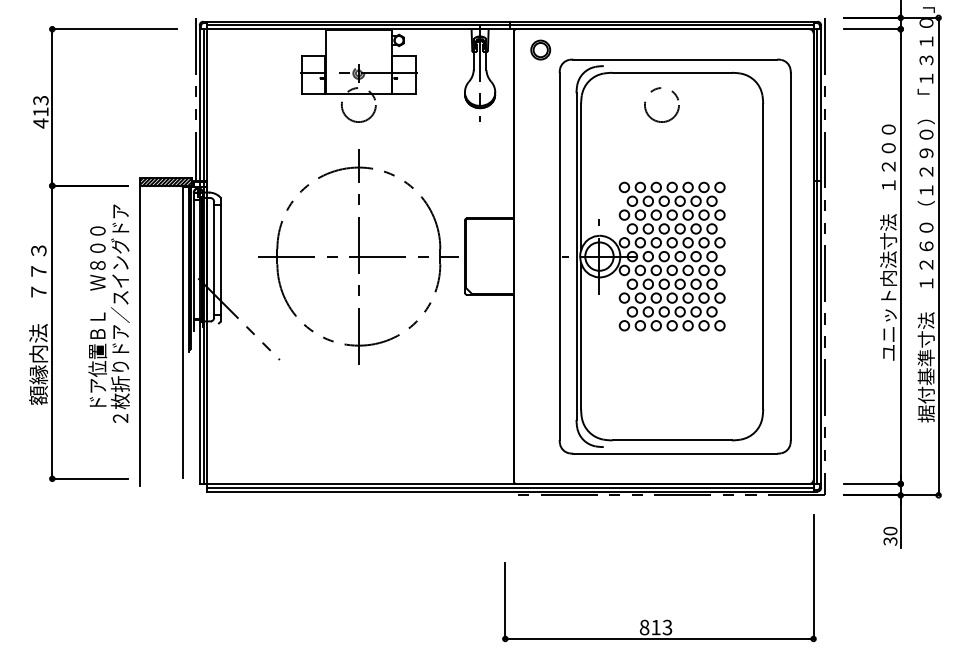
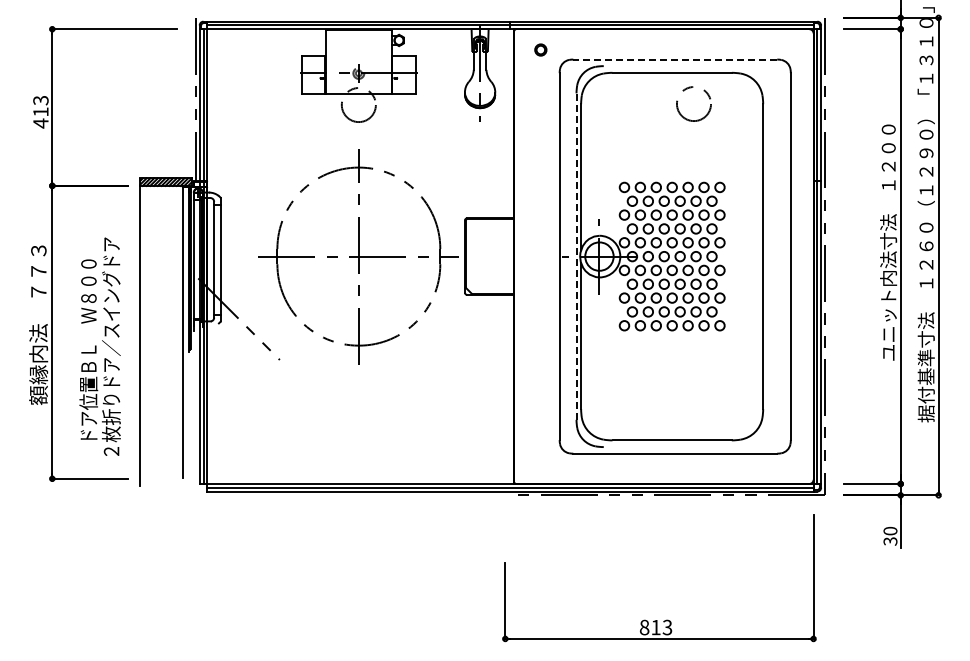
part at (540, 49) size: 22x22 px -> 14x14 px
line at (675, 59): solid -> dashed
circle at (661, 104) position: (661, 104) -> (693, 103)
line at (576, 256): solid -> dashed
text at (108, 313) position: (108, 313) -> (99, 346)
